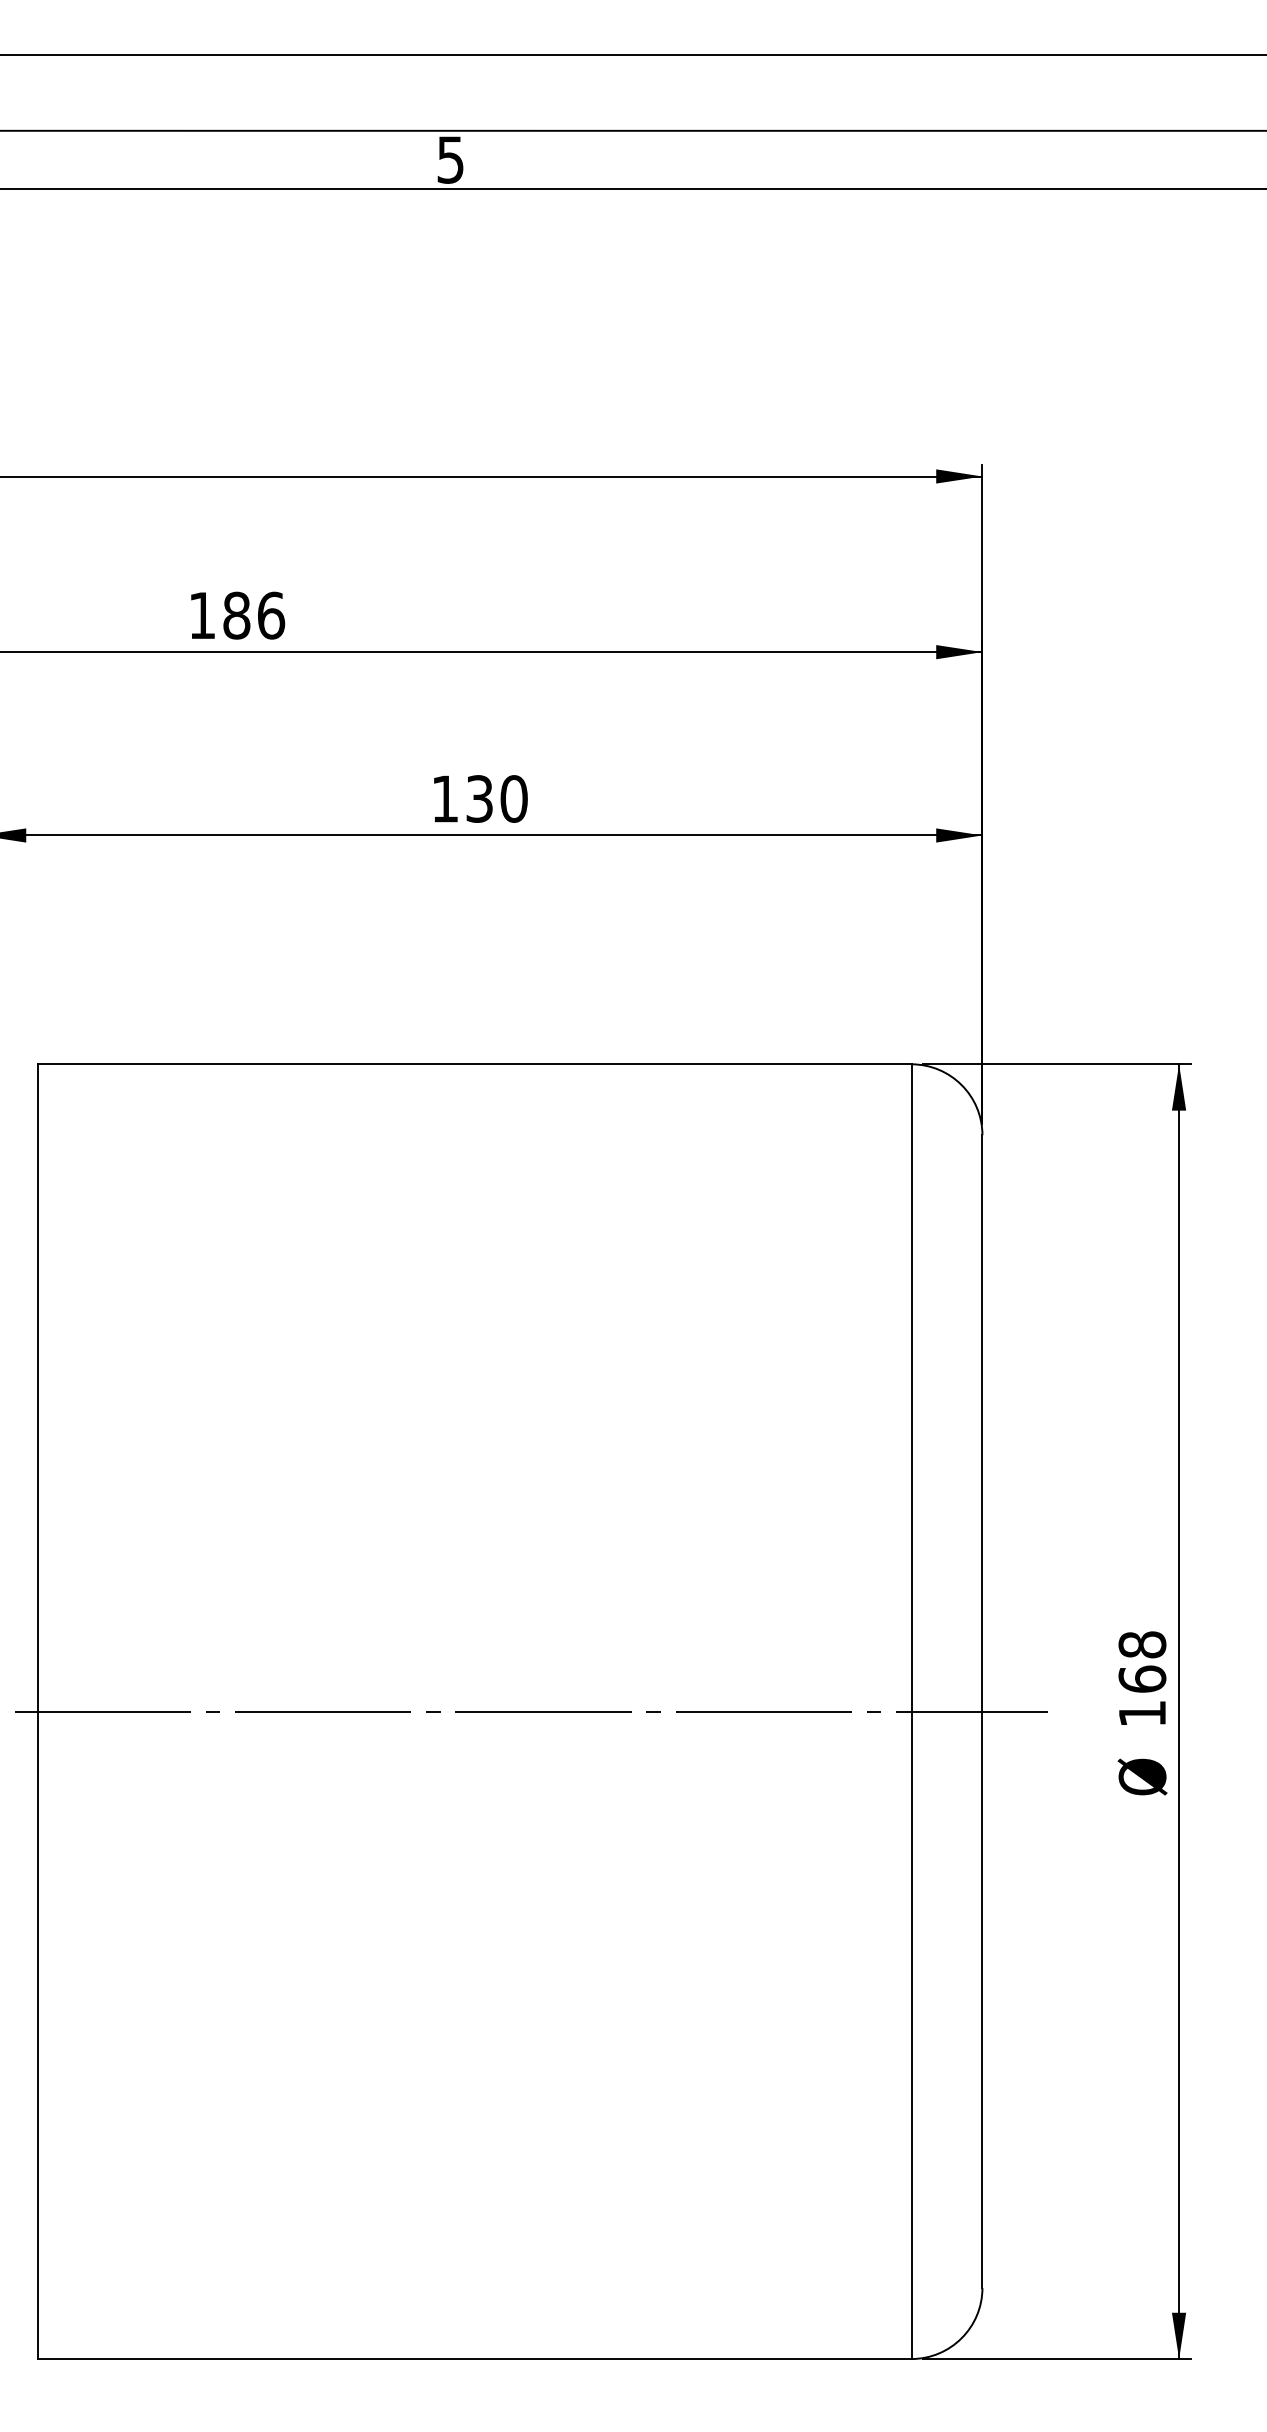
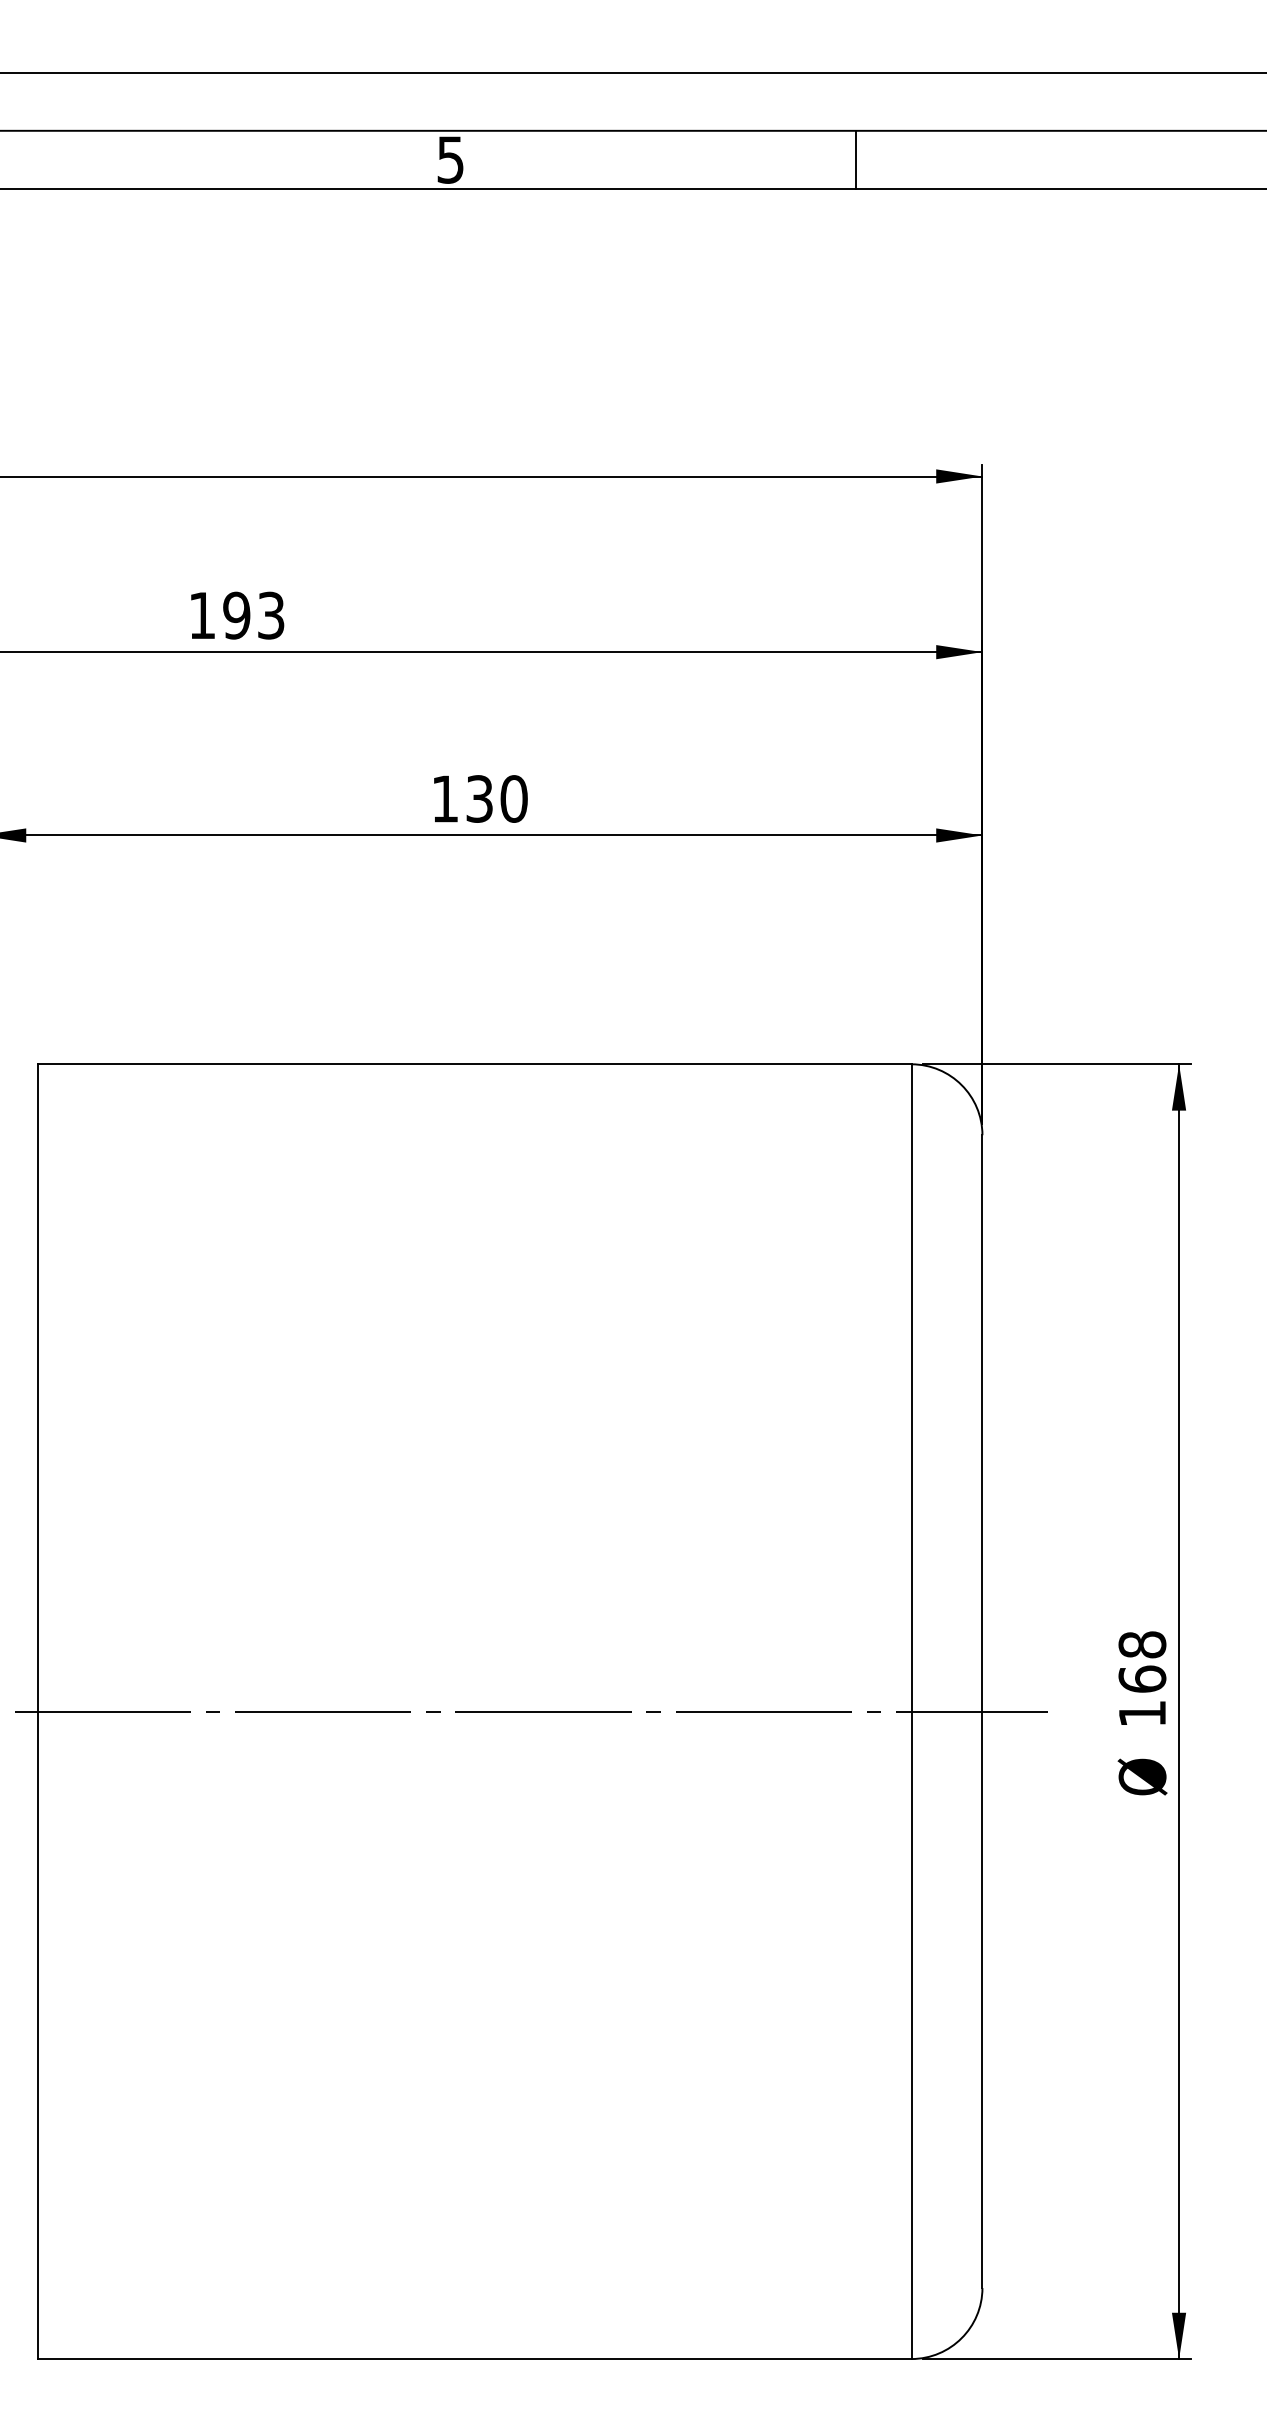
line at (632, 54) position: (632, 54) -> (632, 72)
line at (855, 159): none -> present
text at (254, 615): 186 -> 193
